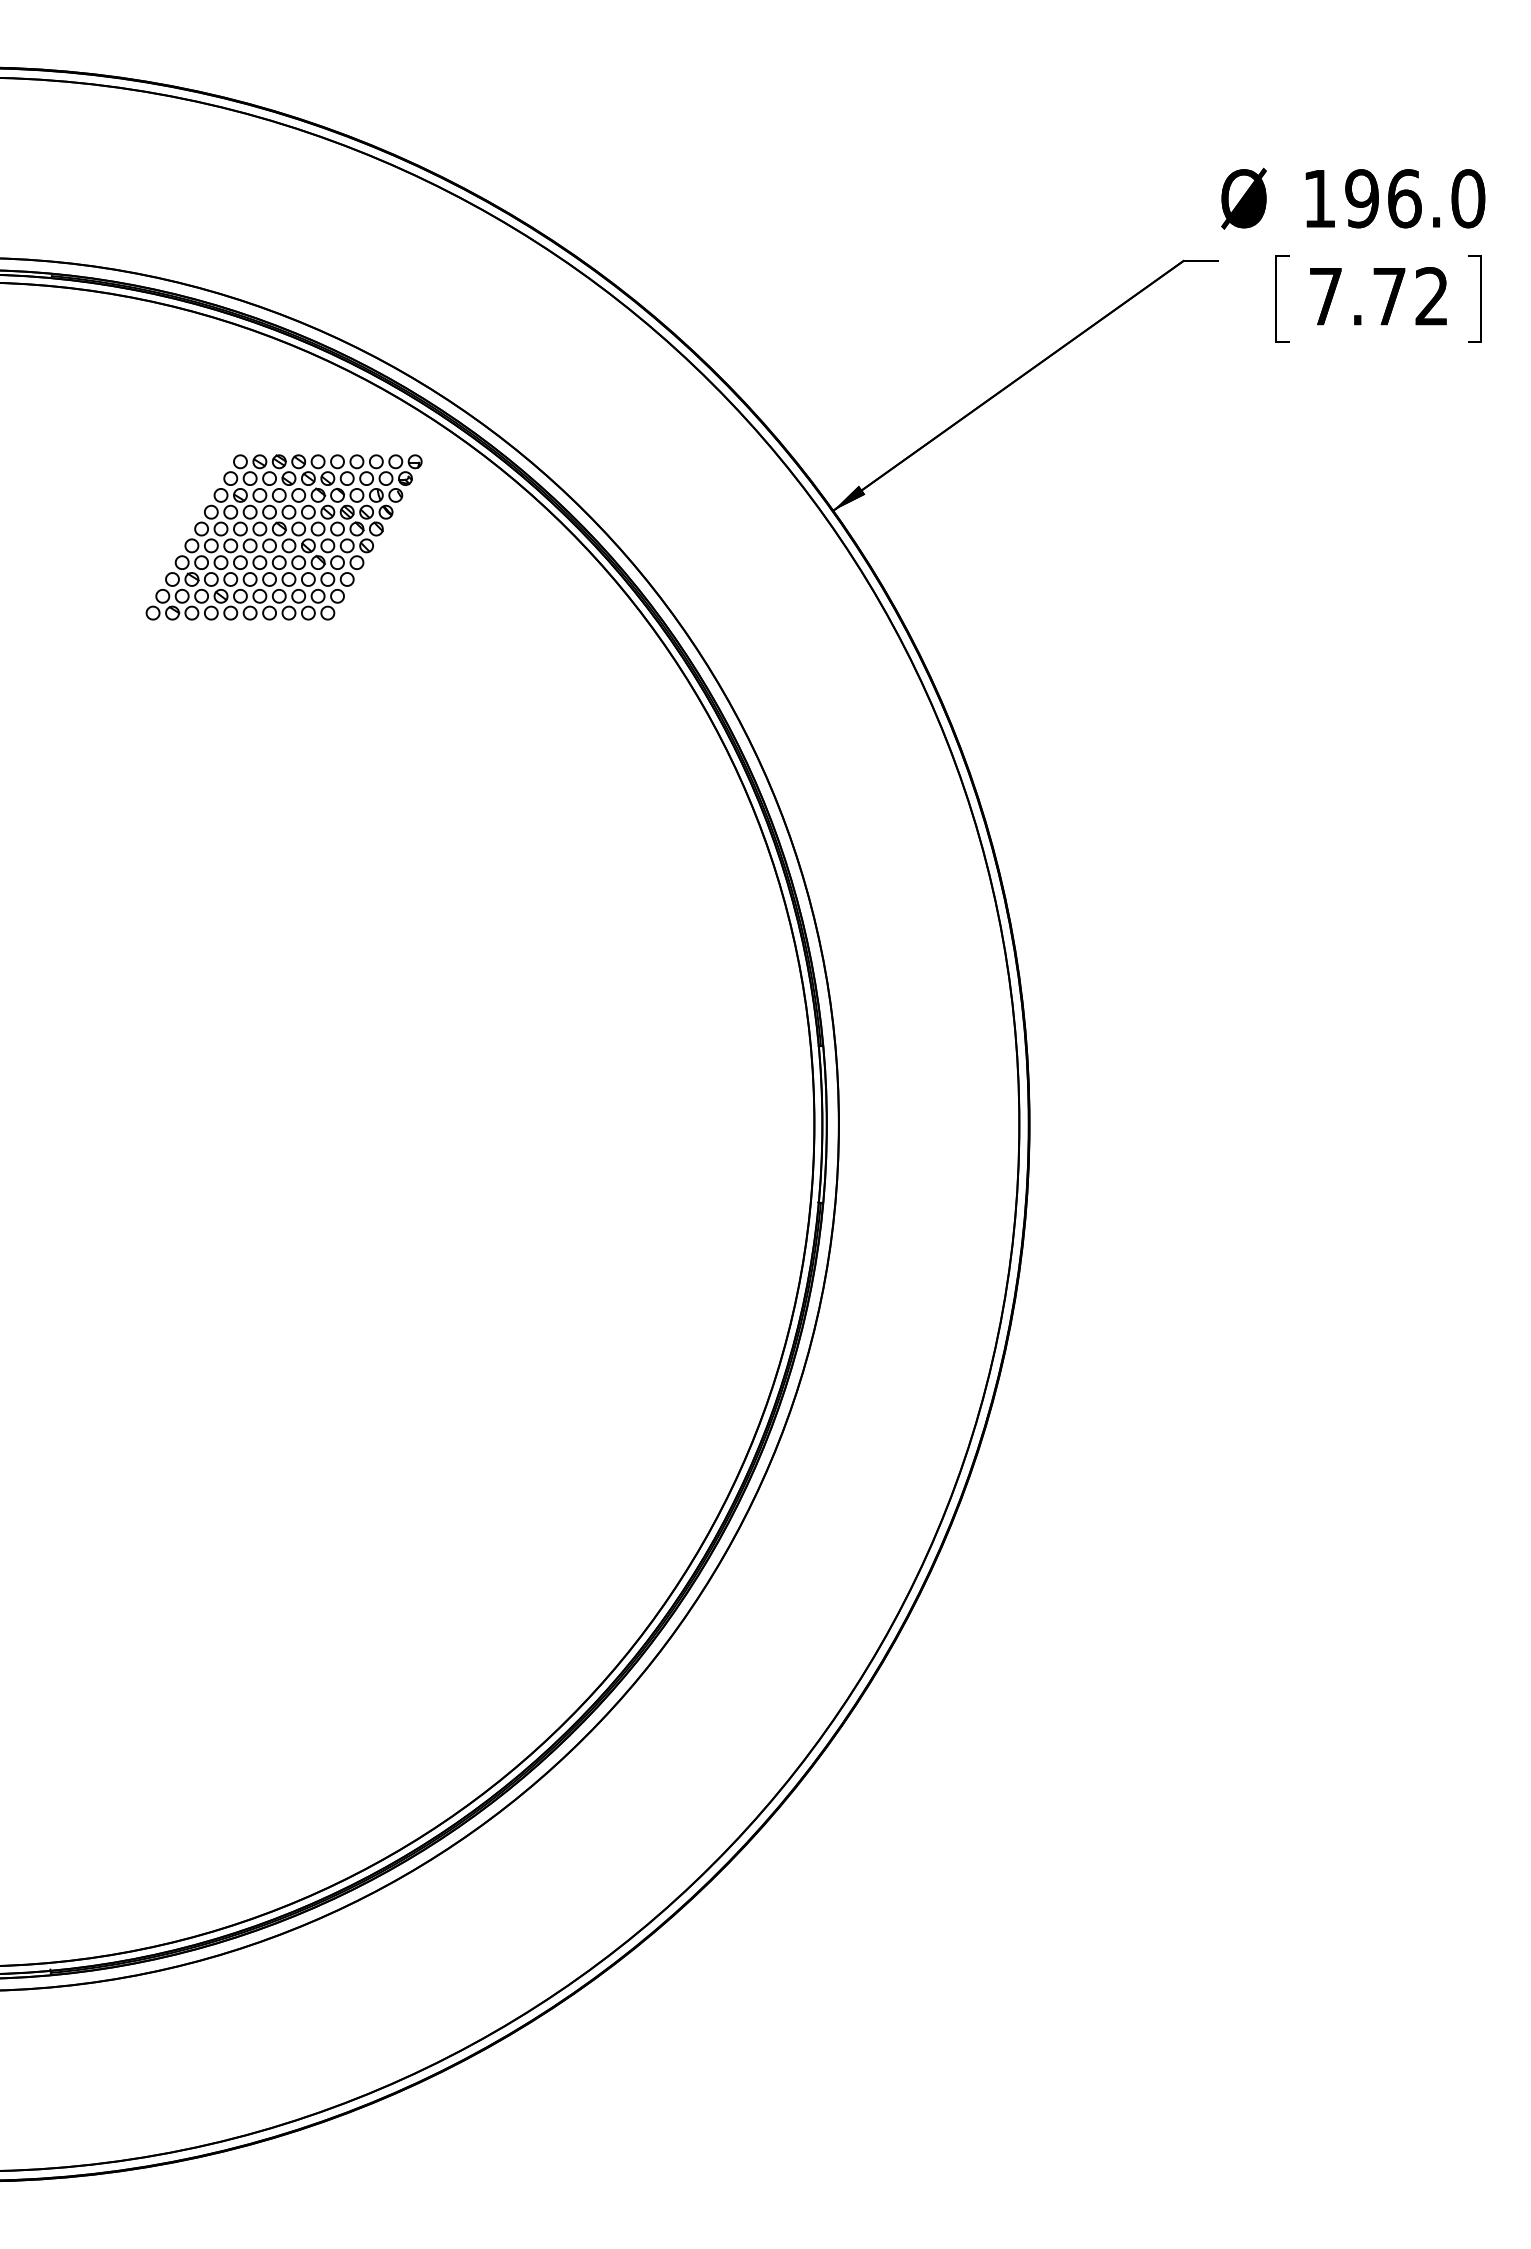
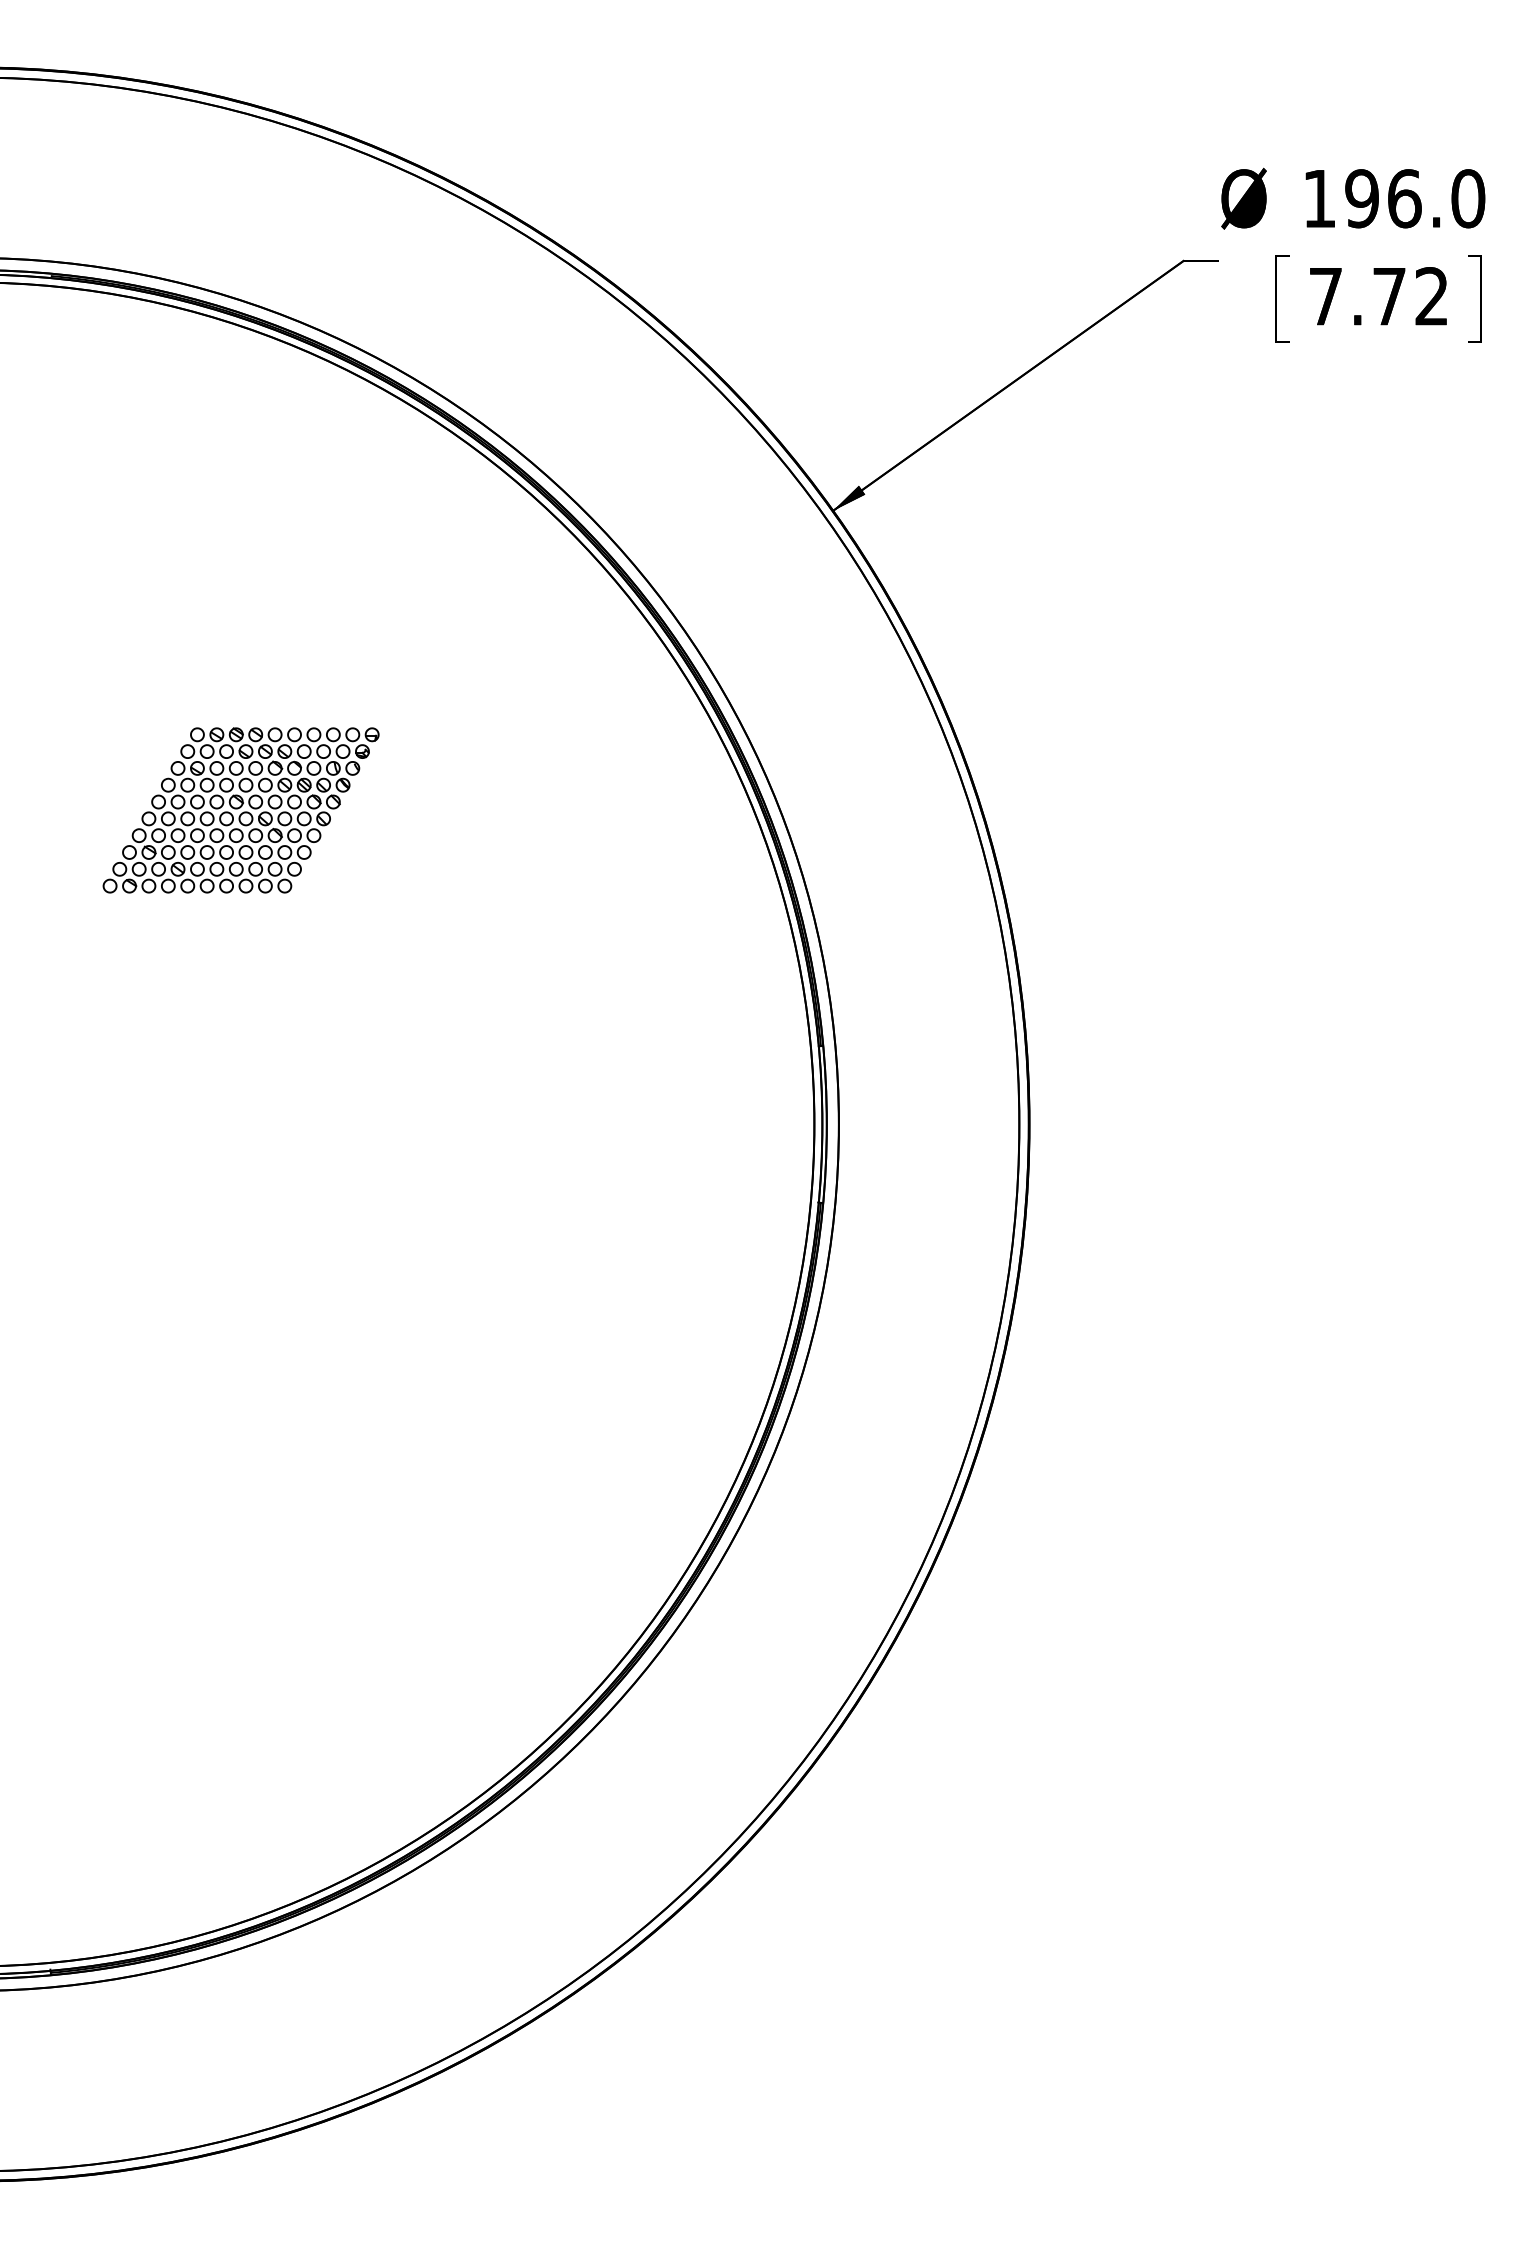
part at (283, 537) position: (283, 537) -> (240, 810)
